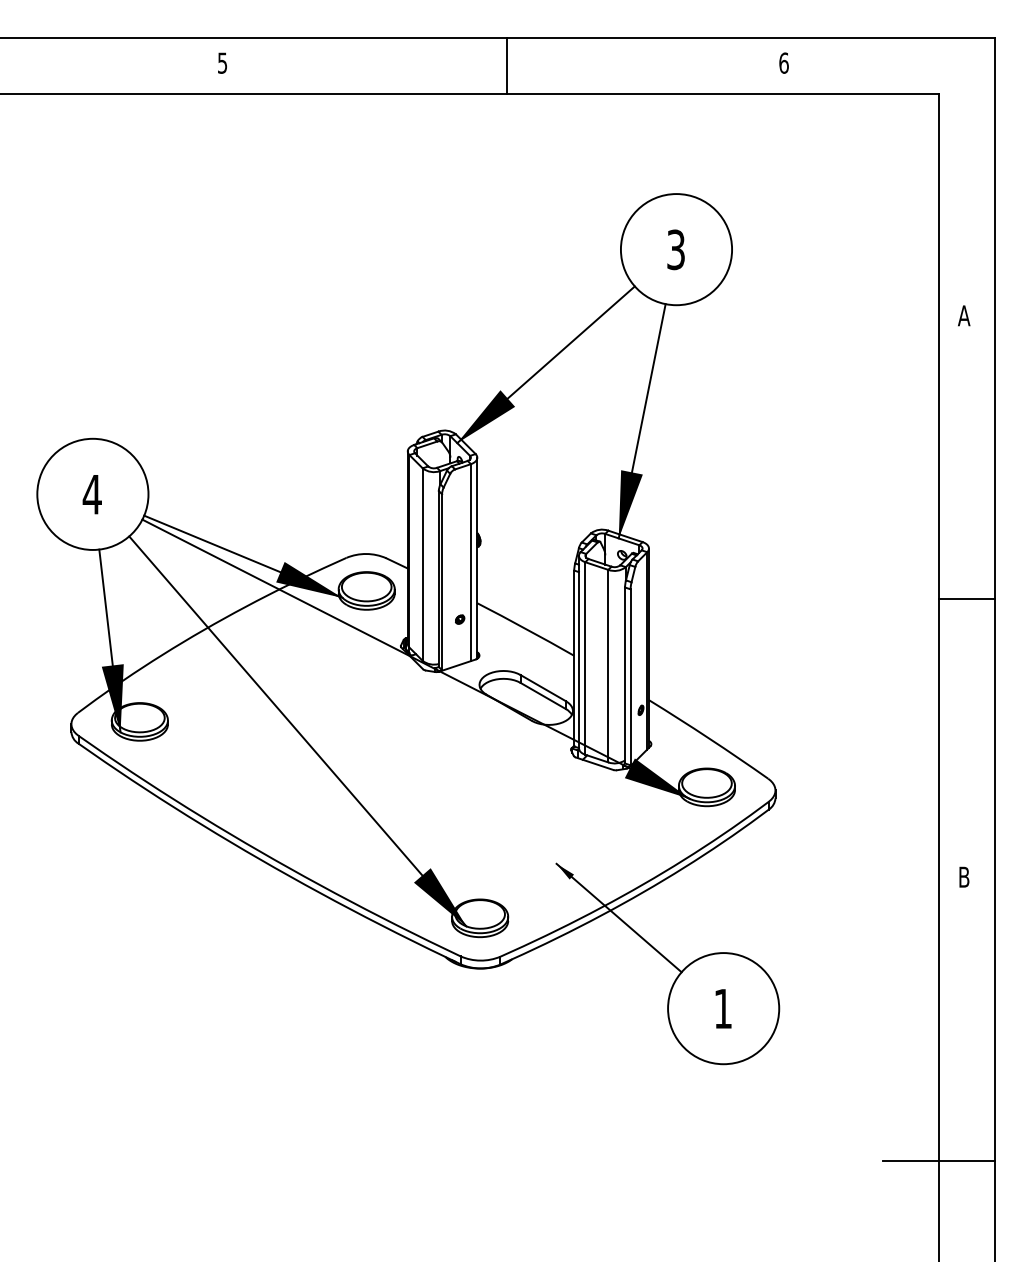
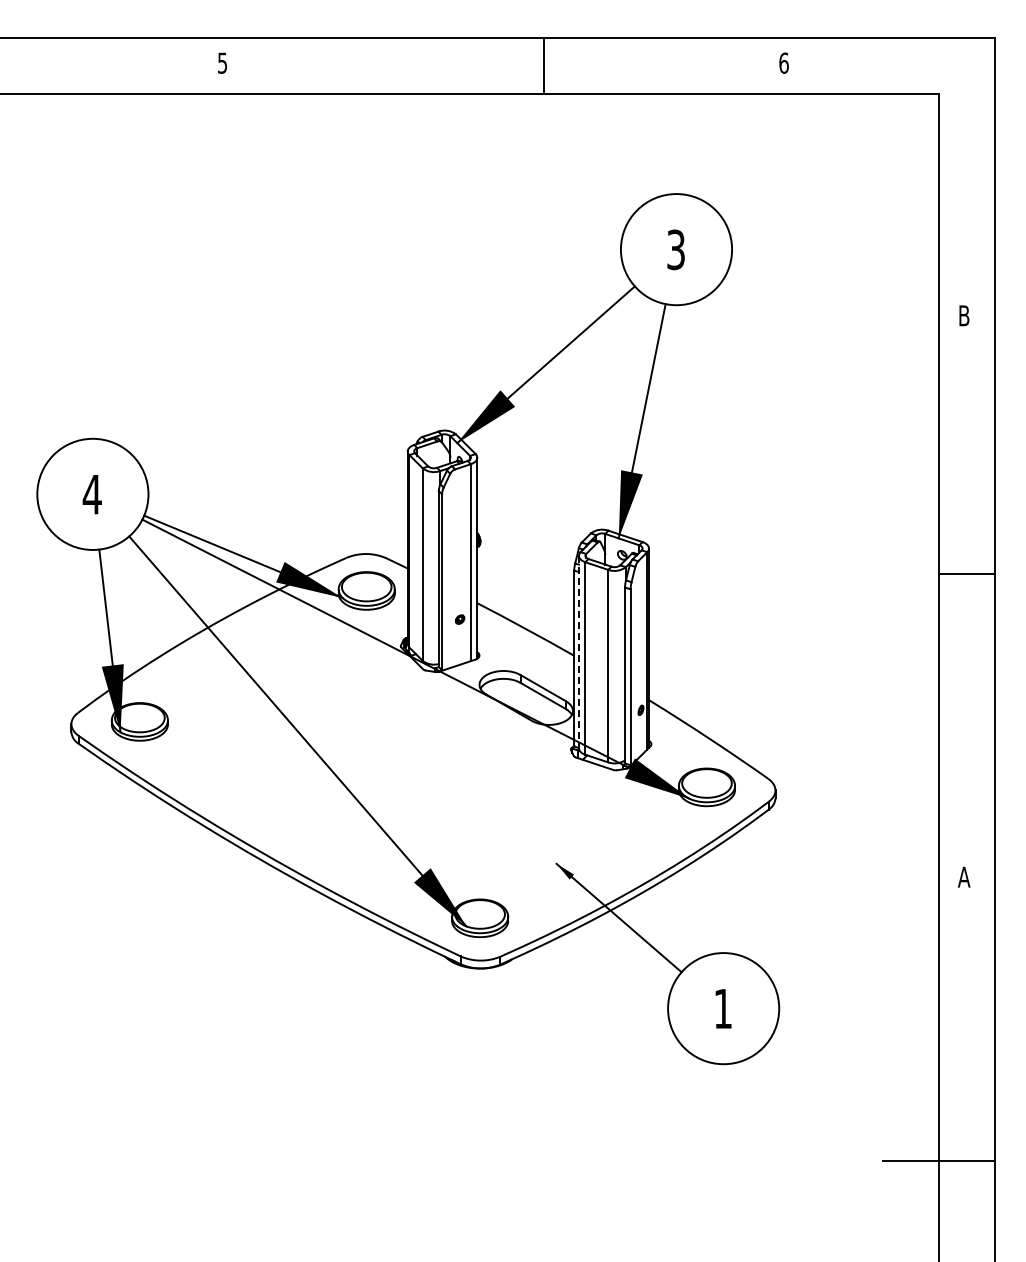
line at (506, 65) position: (506, 65) -> (543, 65)
text at (964, 315): A -> B
line at (966, 599) position: (966, 599) -> (966, 574)
line at (578, 652): solid -> dashed
text at (963, 876): B -> A
